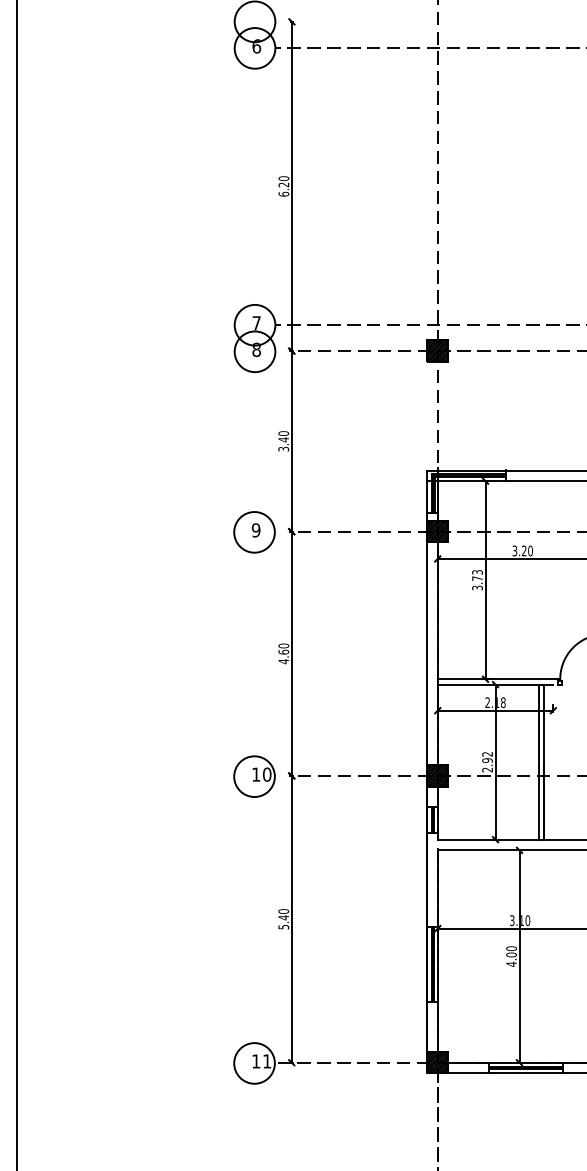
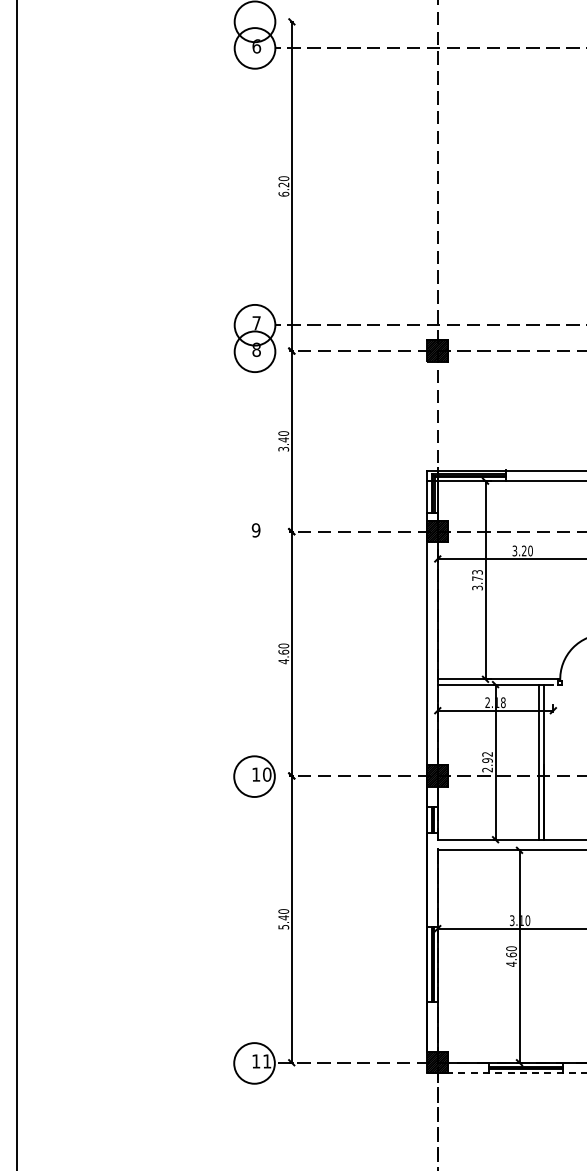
circle at (254, 532): present -> none
text at (511, 954): 4.00 -> 4.60
line at (517, 1073): solid -> dashed
